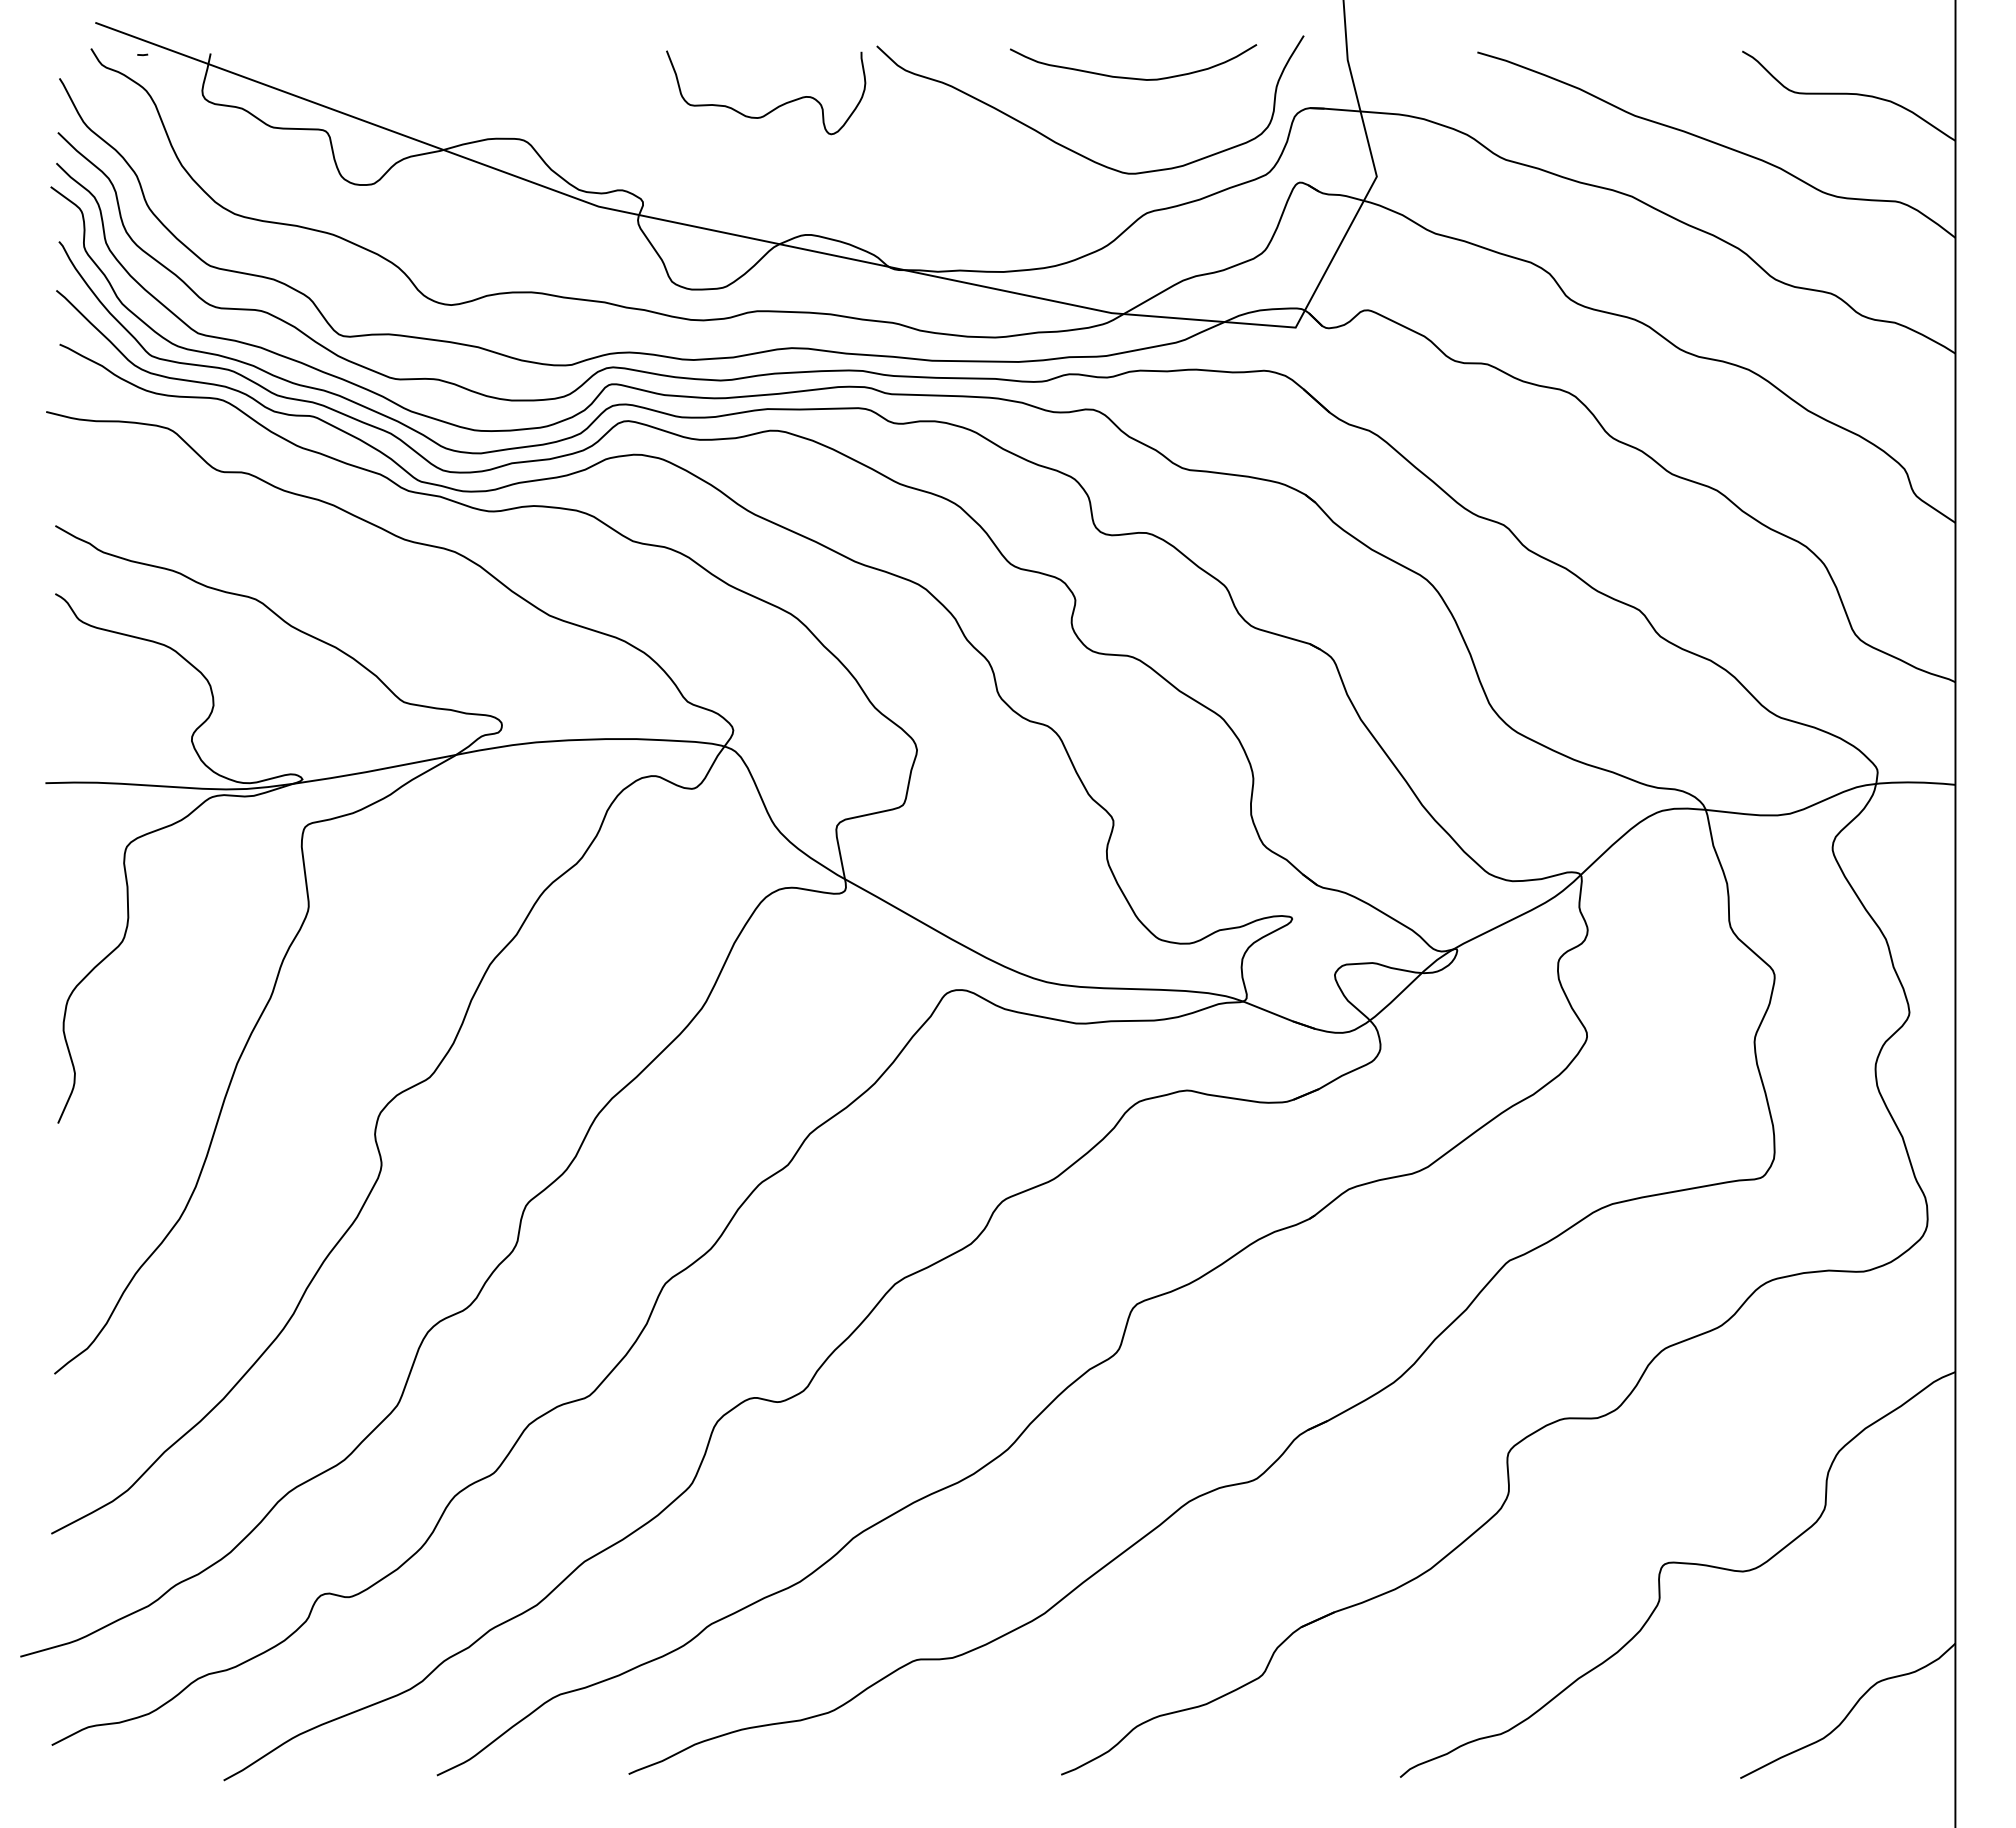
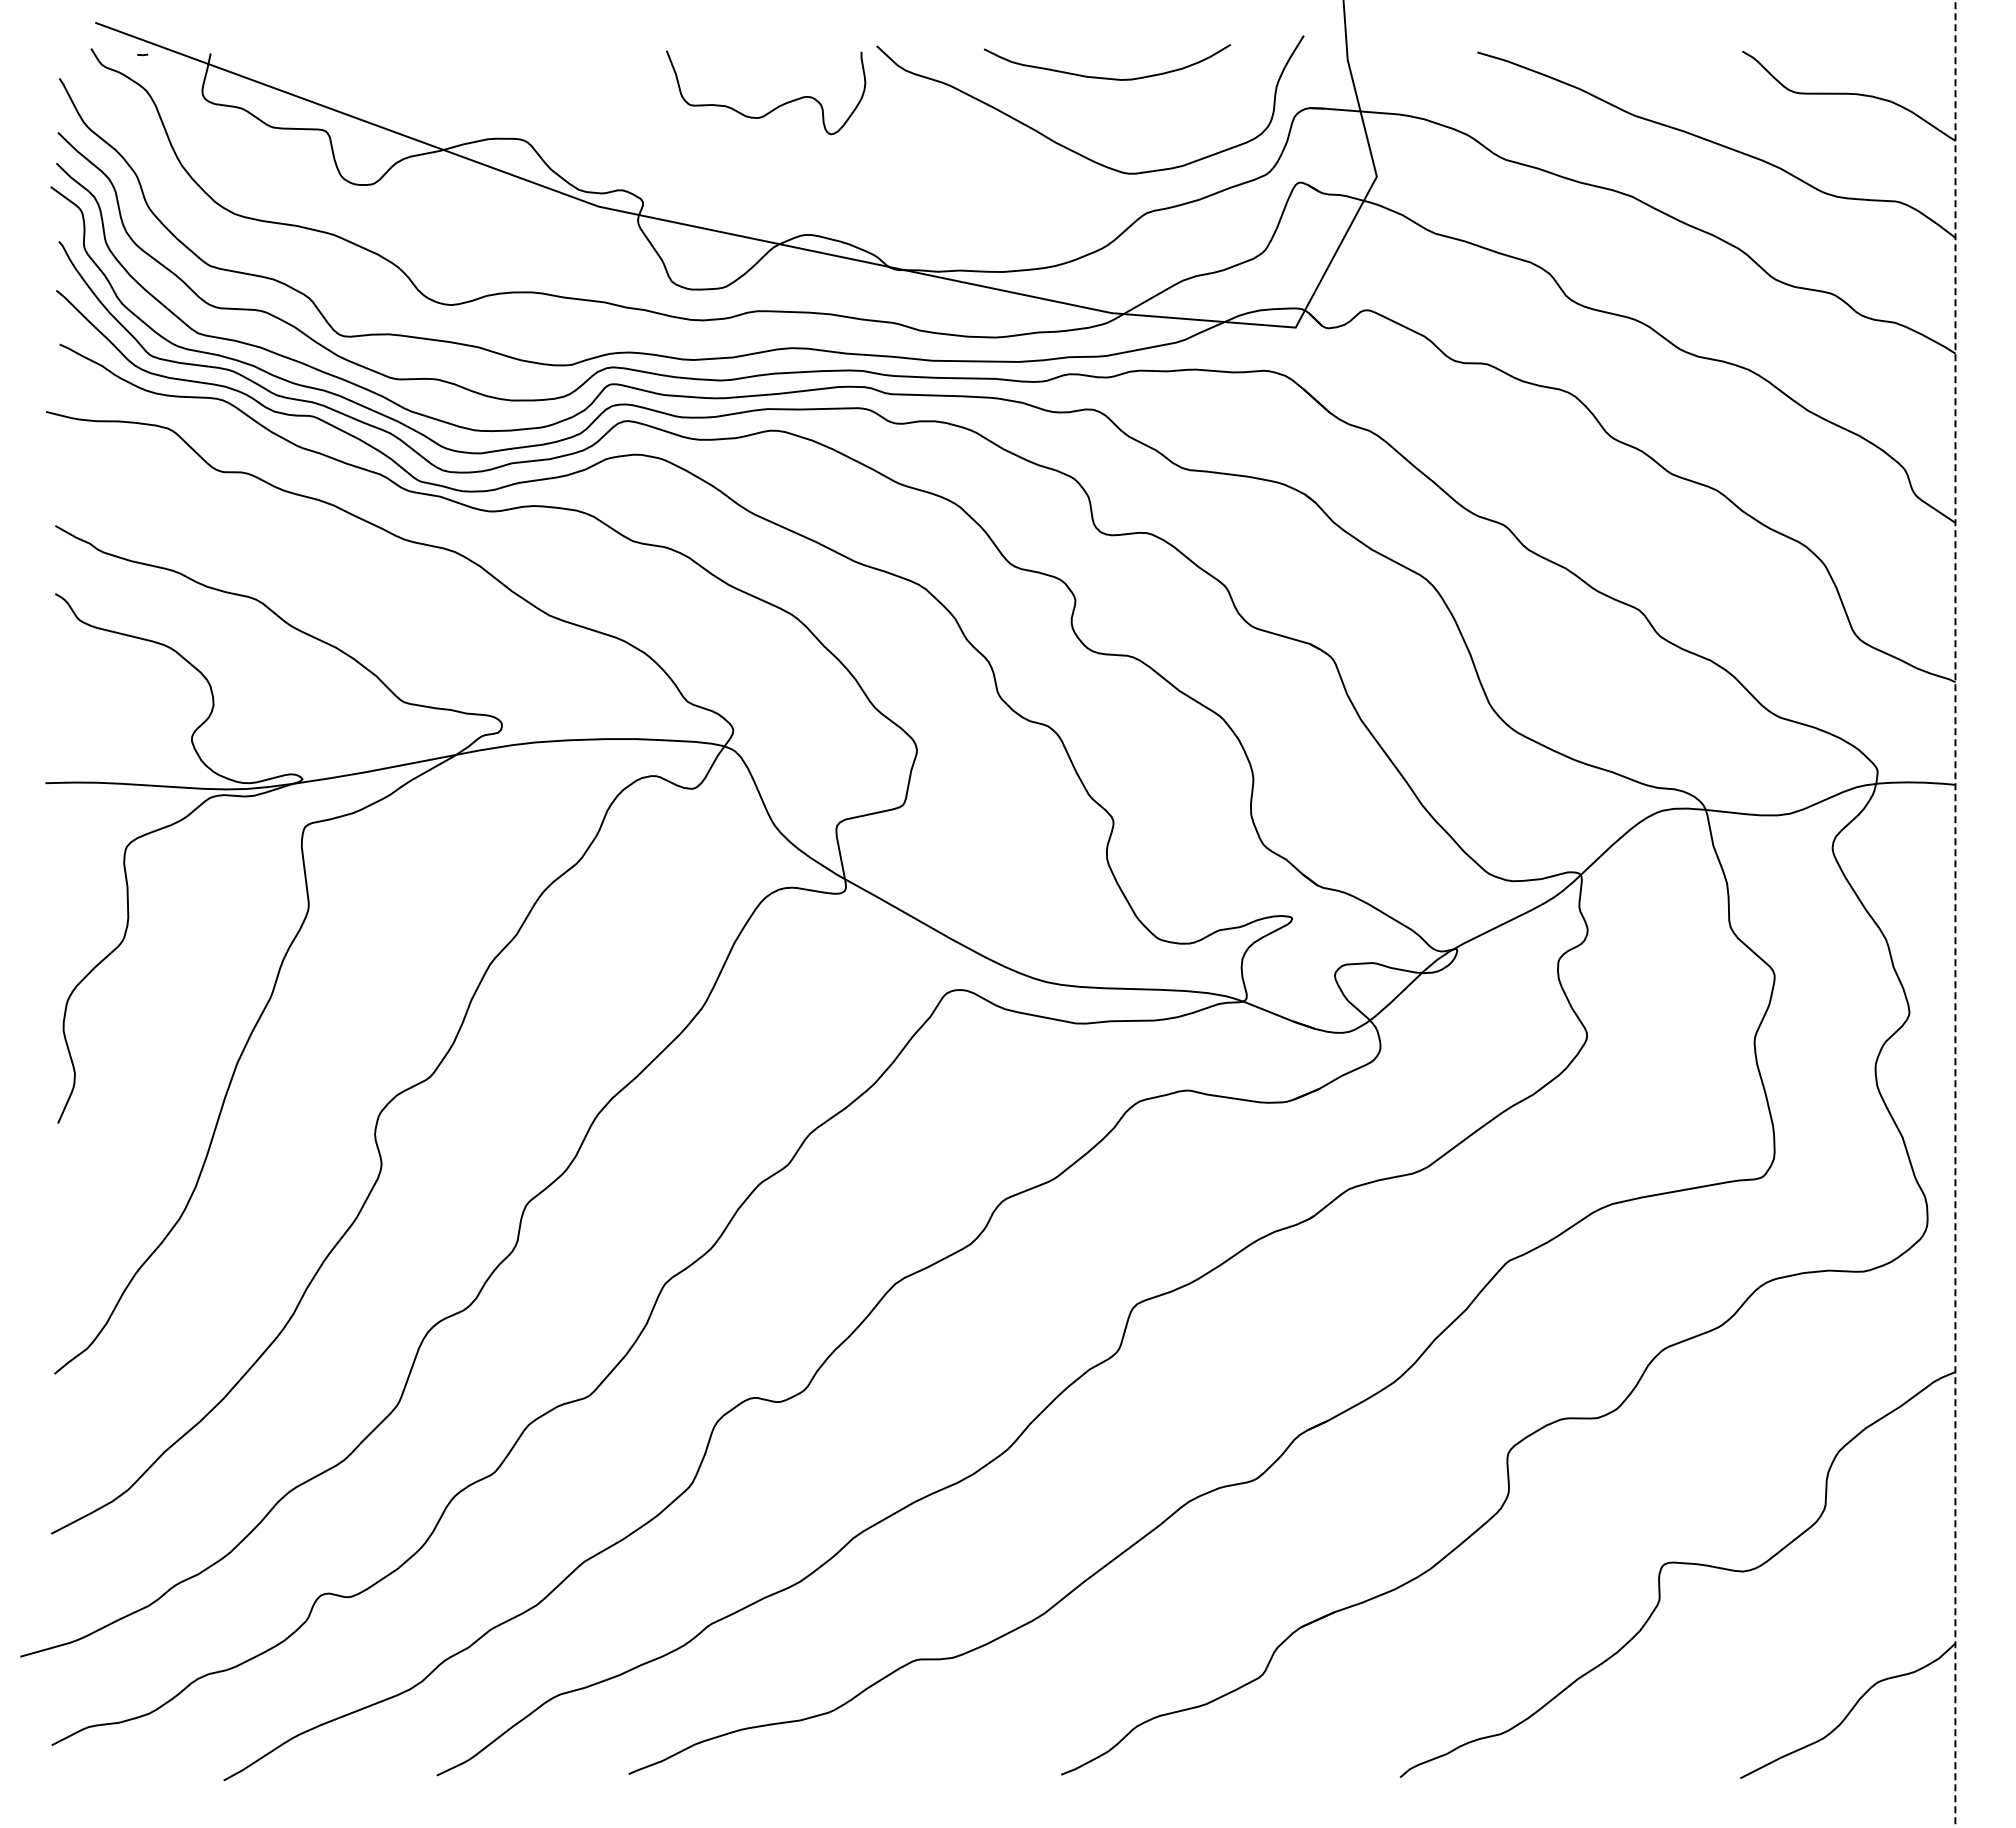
curve at (1133, 77) position: (1133, 77) -> (1107, 77)
line at (1955, 914): solid -> dashed
